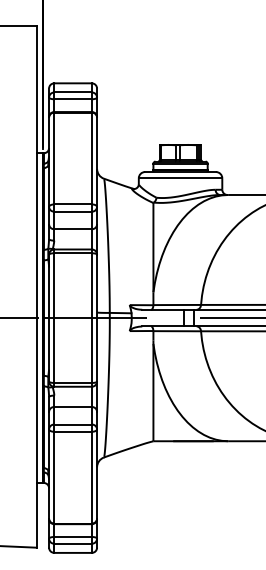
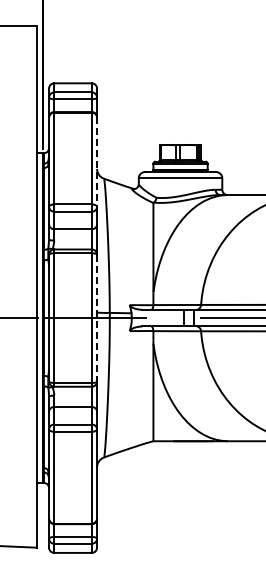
line at (97, 162): solid -> dashed
line at (97, 318): solid -> dashed
